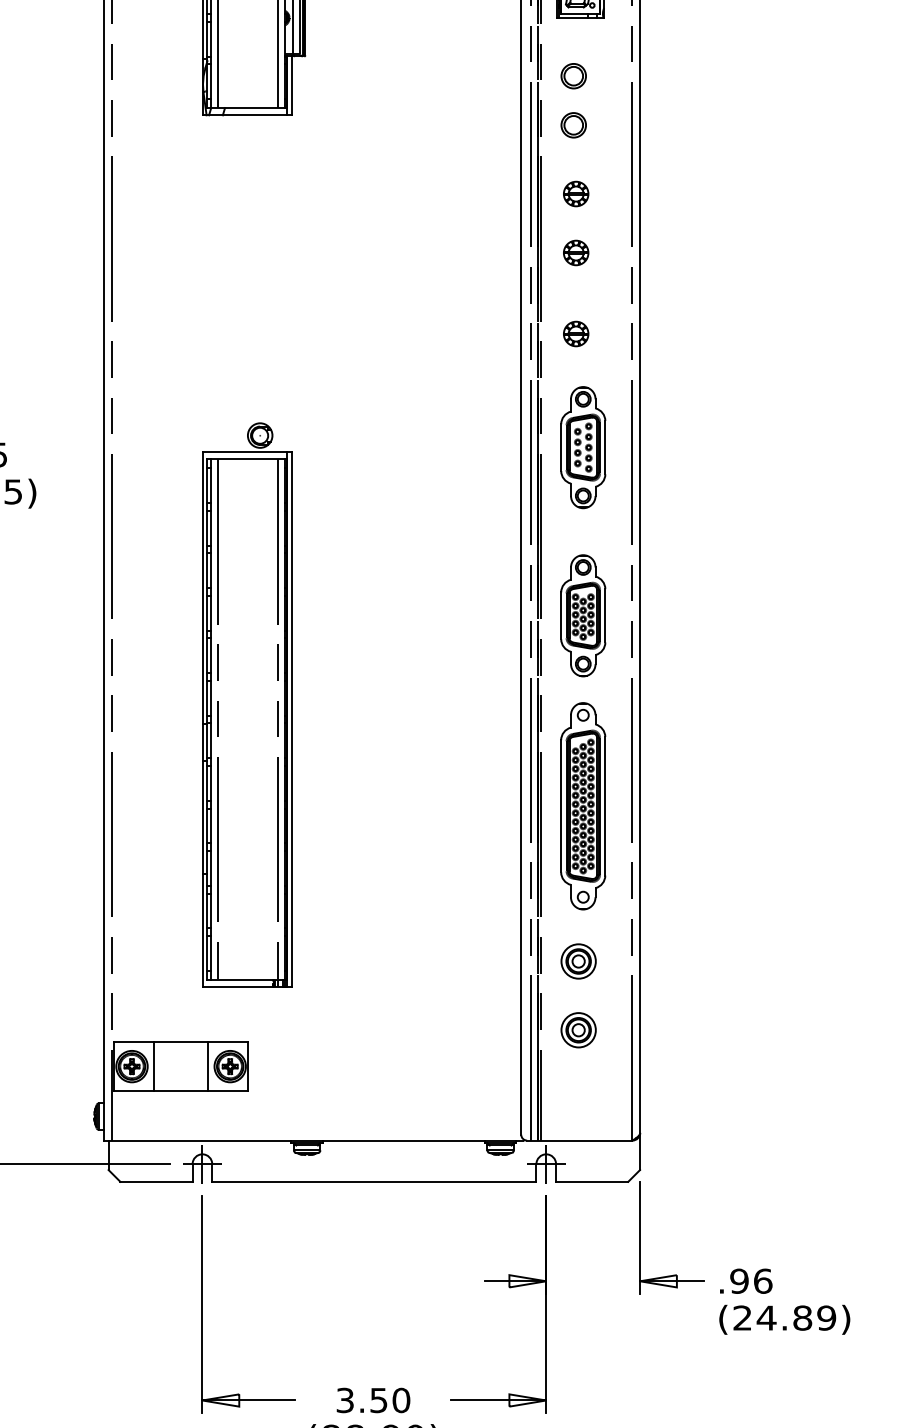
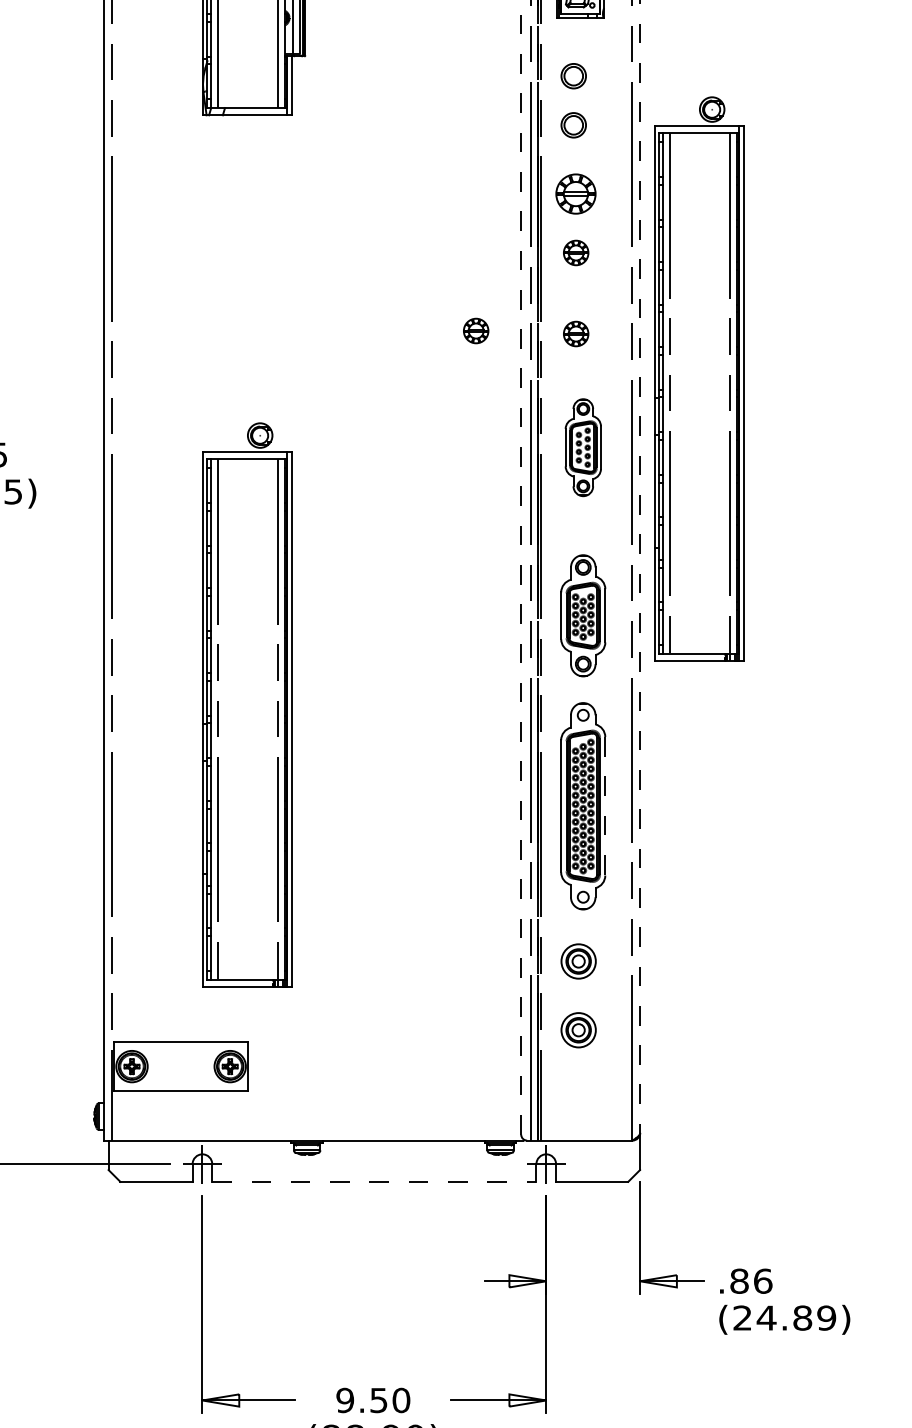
part at (576, 193) size: 27x28 px -> 42x42 px
part at (476, 330): none -> present
part at (699, 378): none -> present
part at (583, 447) size: 47x124 px -> 38x100 px
line at (521, 567): solid -> dashed
line at (640, 567): solid -> dashed
line at (605, 806): solid -> dashed
line at (153, 1066): present -> none
line at (208, 1066): present -> none
line at (374, 1181): solid -> dashed
text at (739, 1280): .96 -> .86
text at (345, 1400): 3.50 -> 9.50
